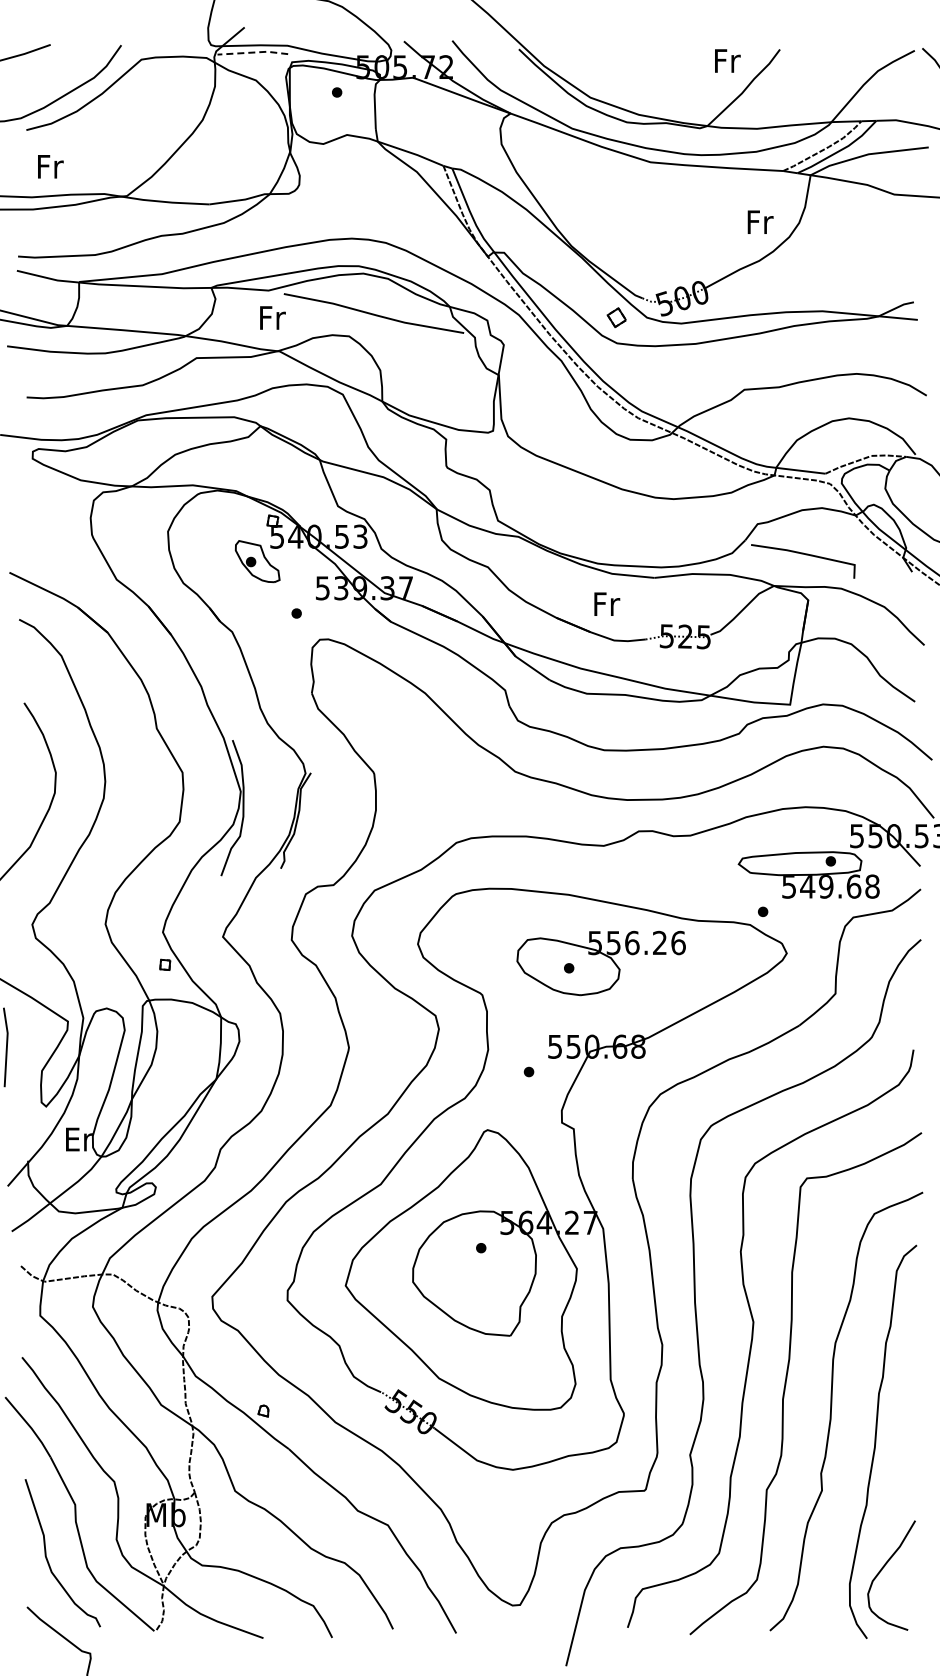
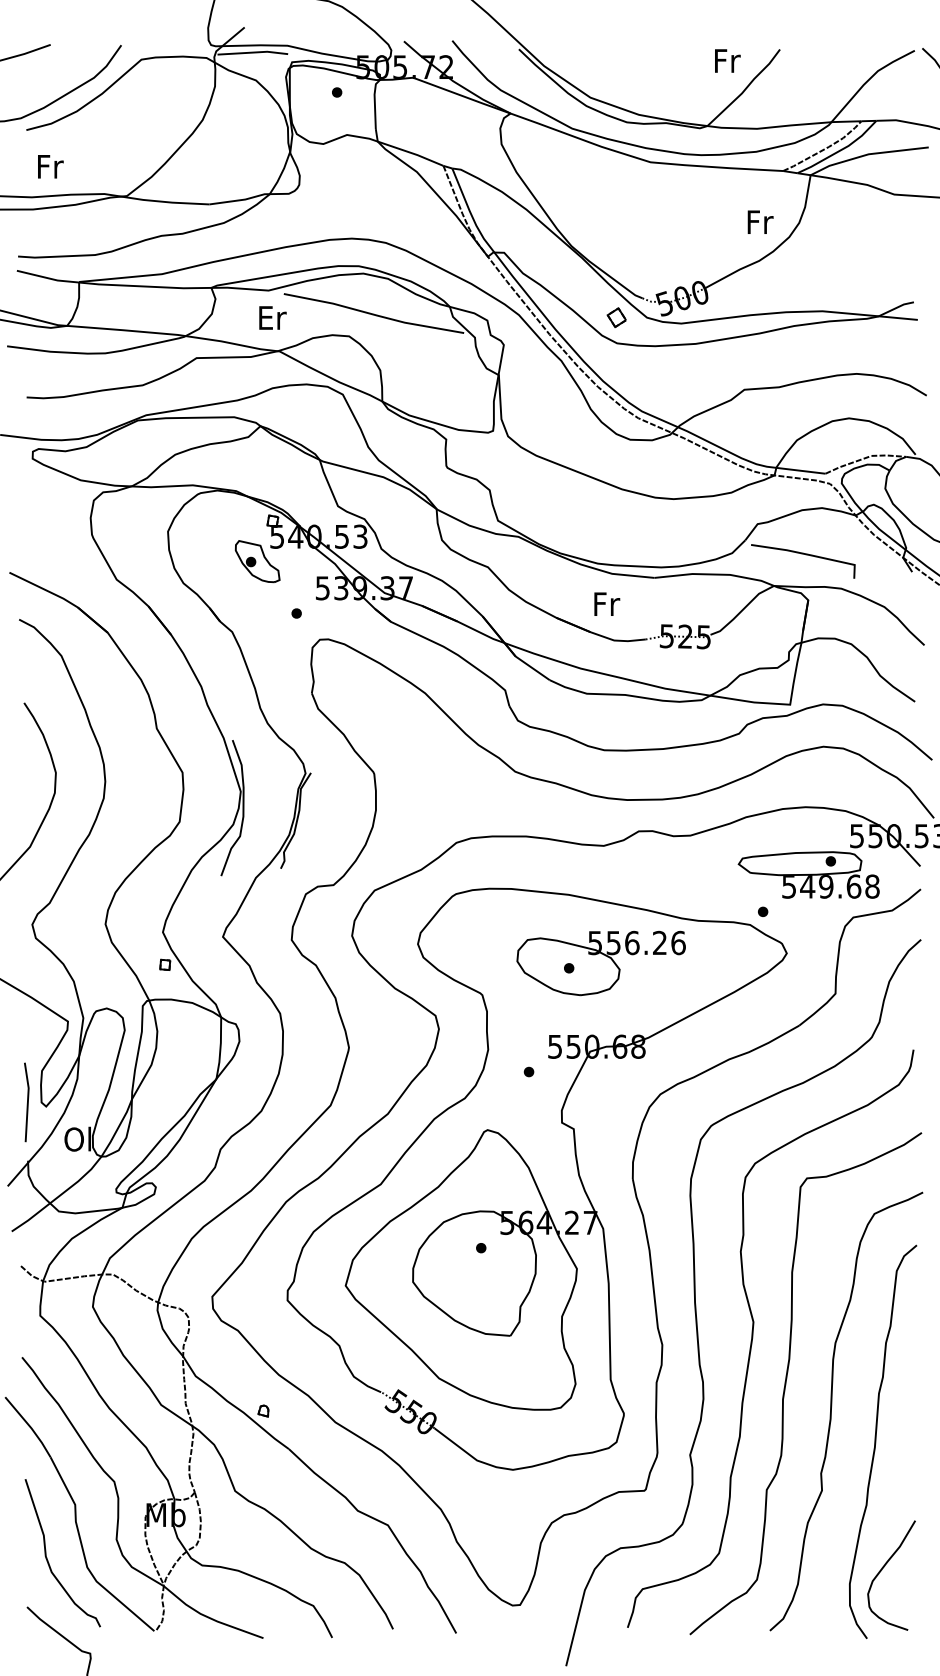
line at (253, 52): dashed -> solid
text at (272, 317): Fr -> Er
line at (6, 1047) position: (6, 1047) -> (27, 1102)
text at (78, 1138): Er -> Ol
